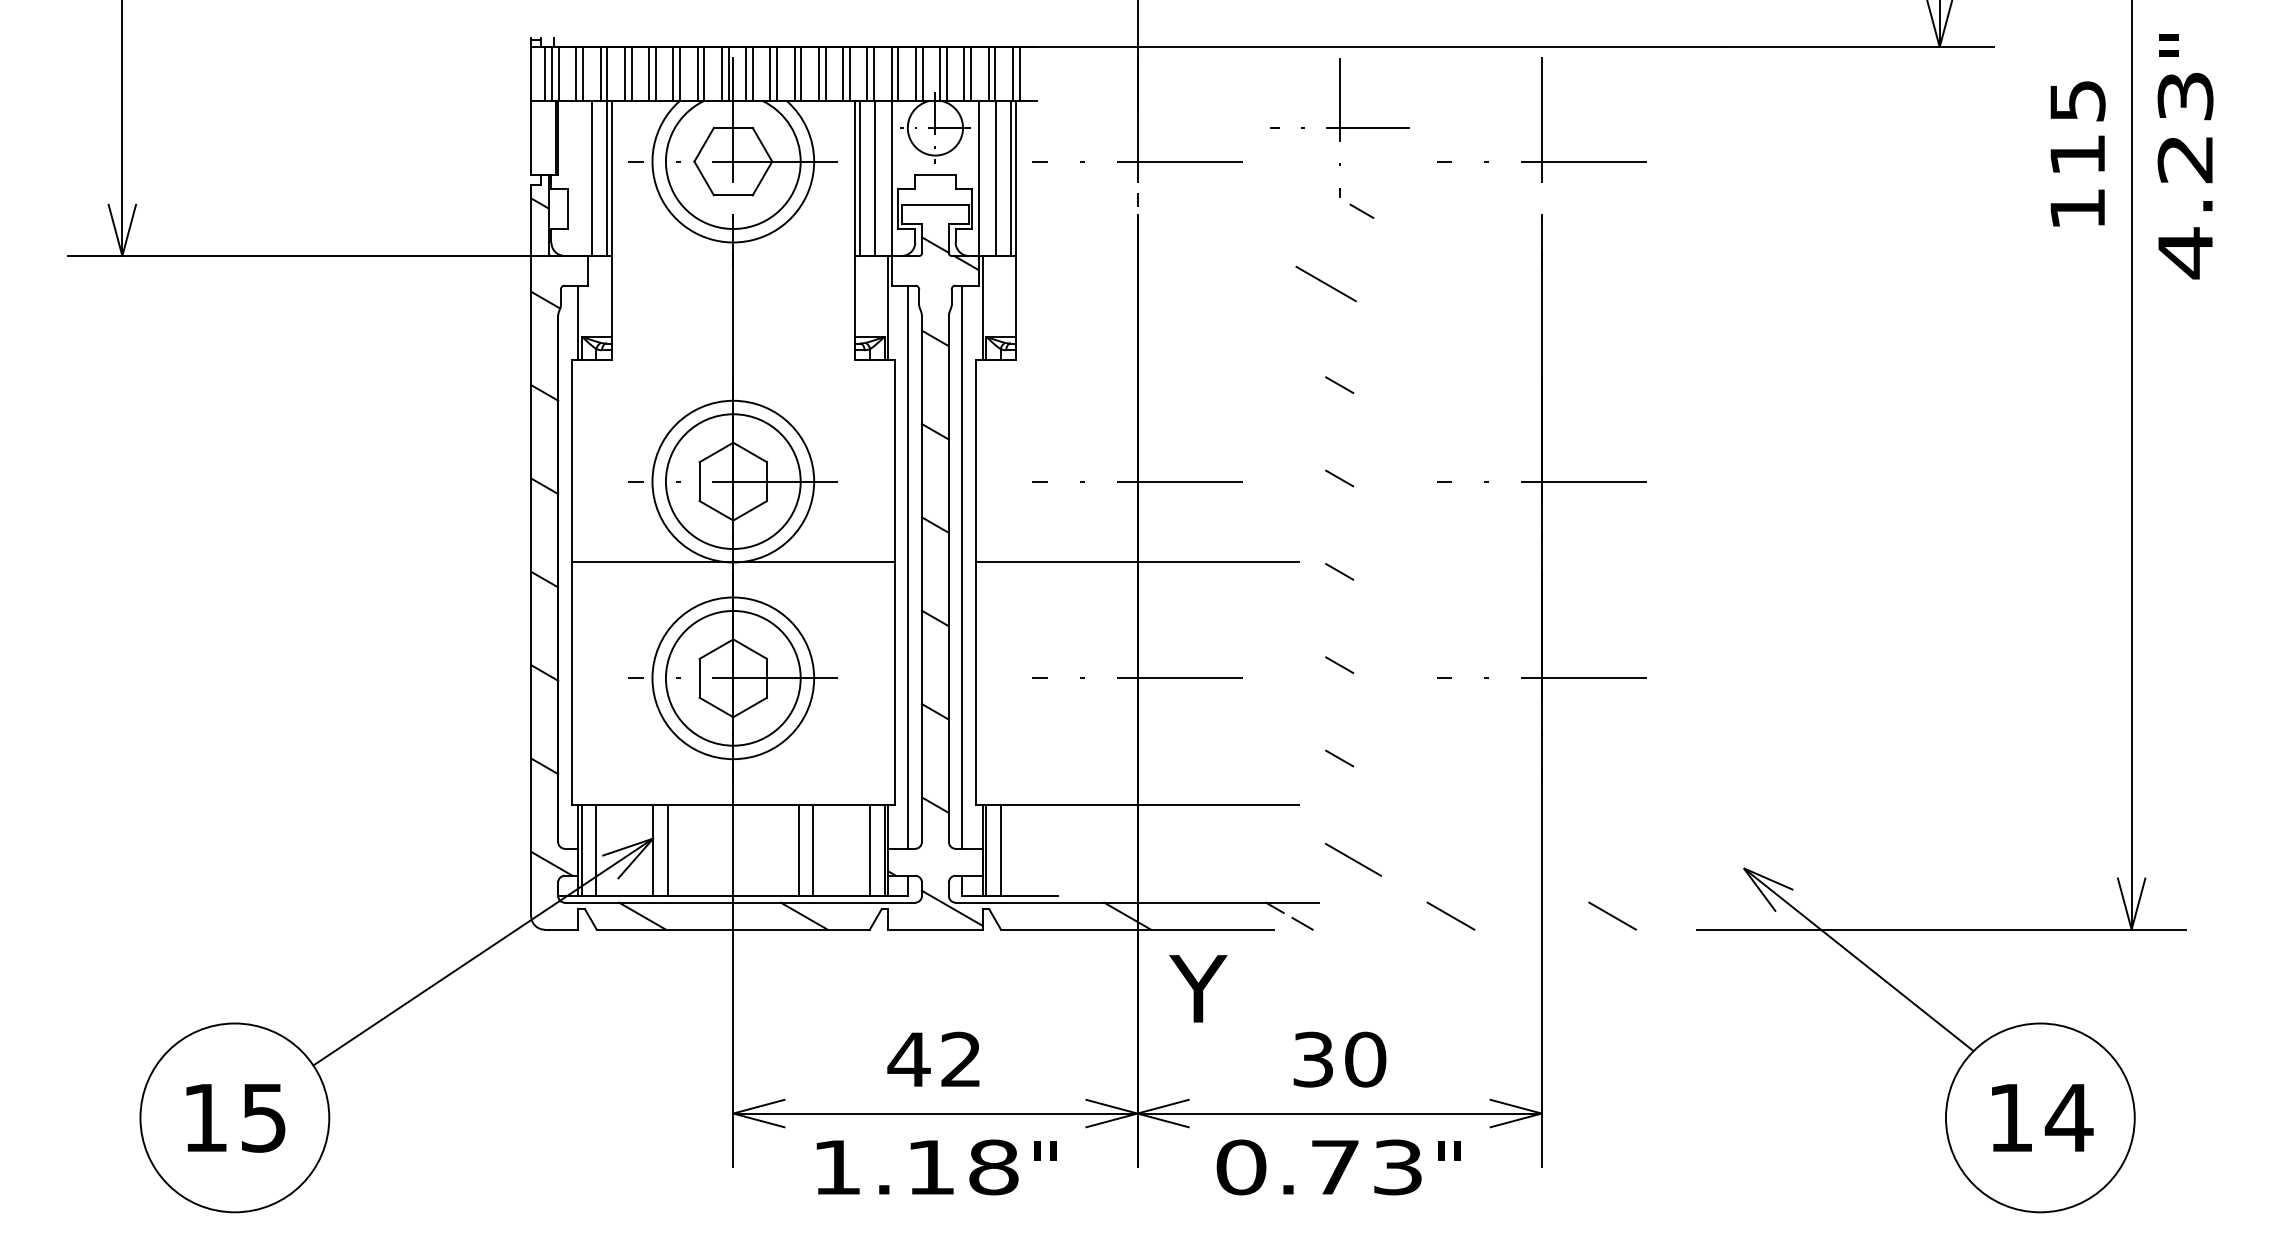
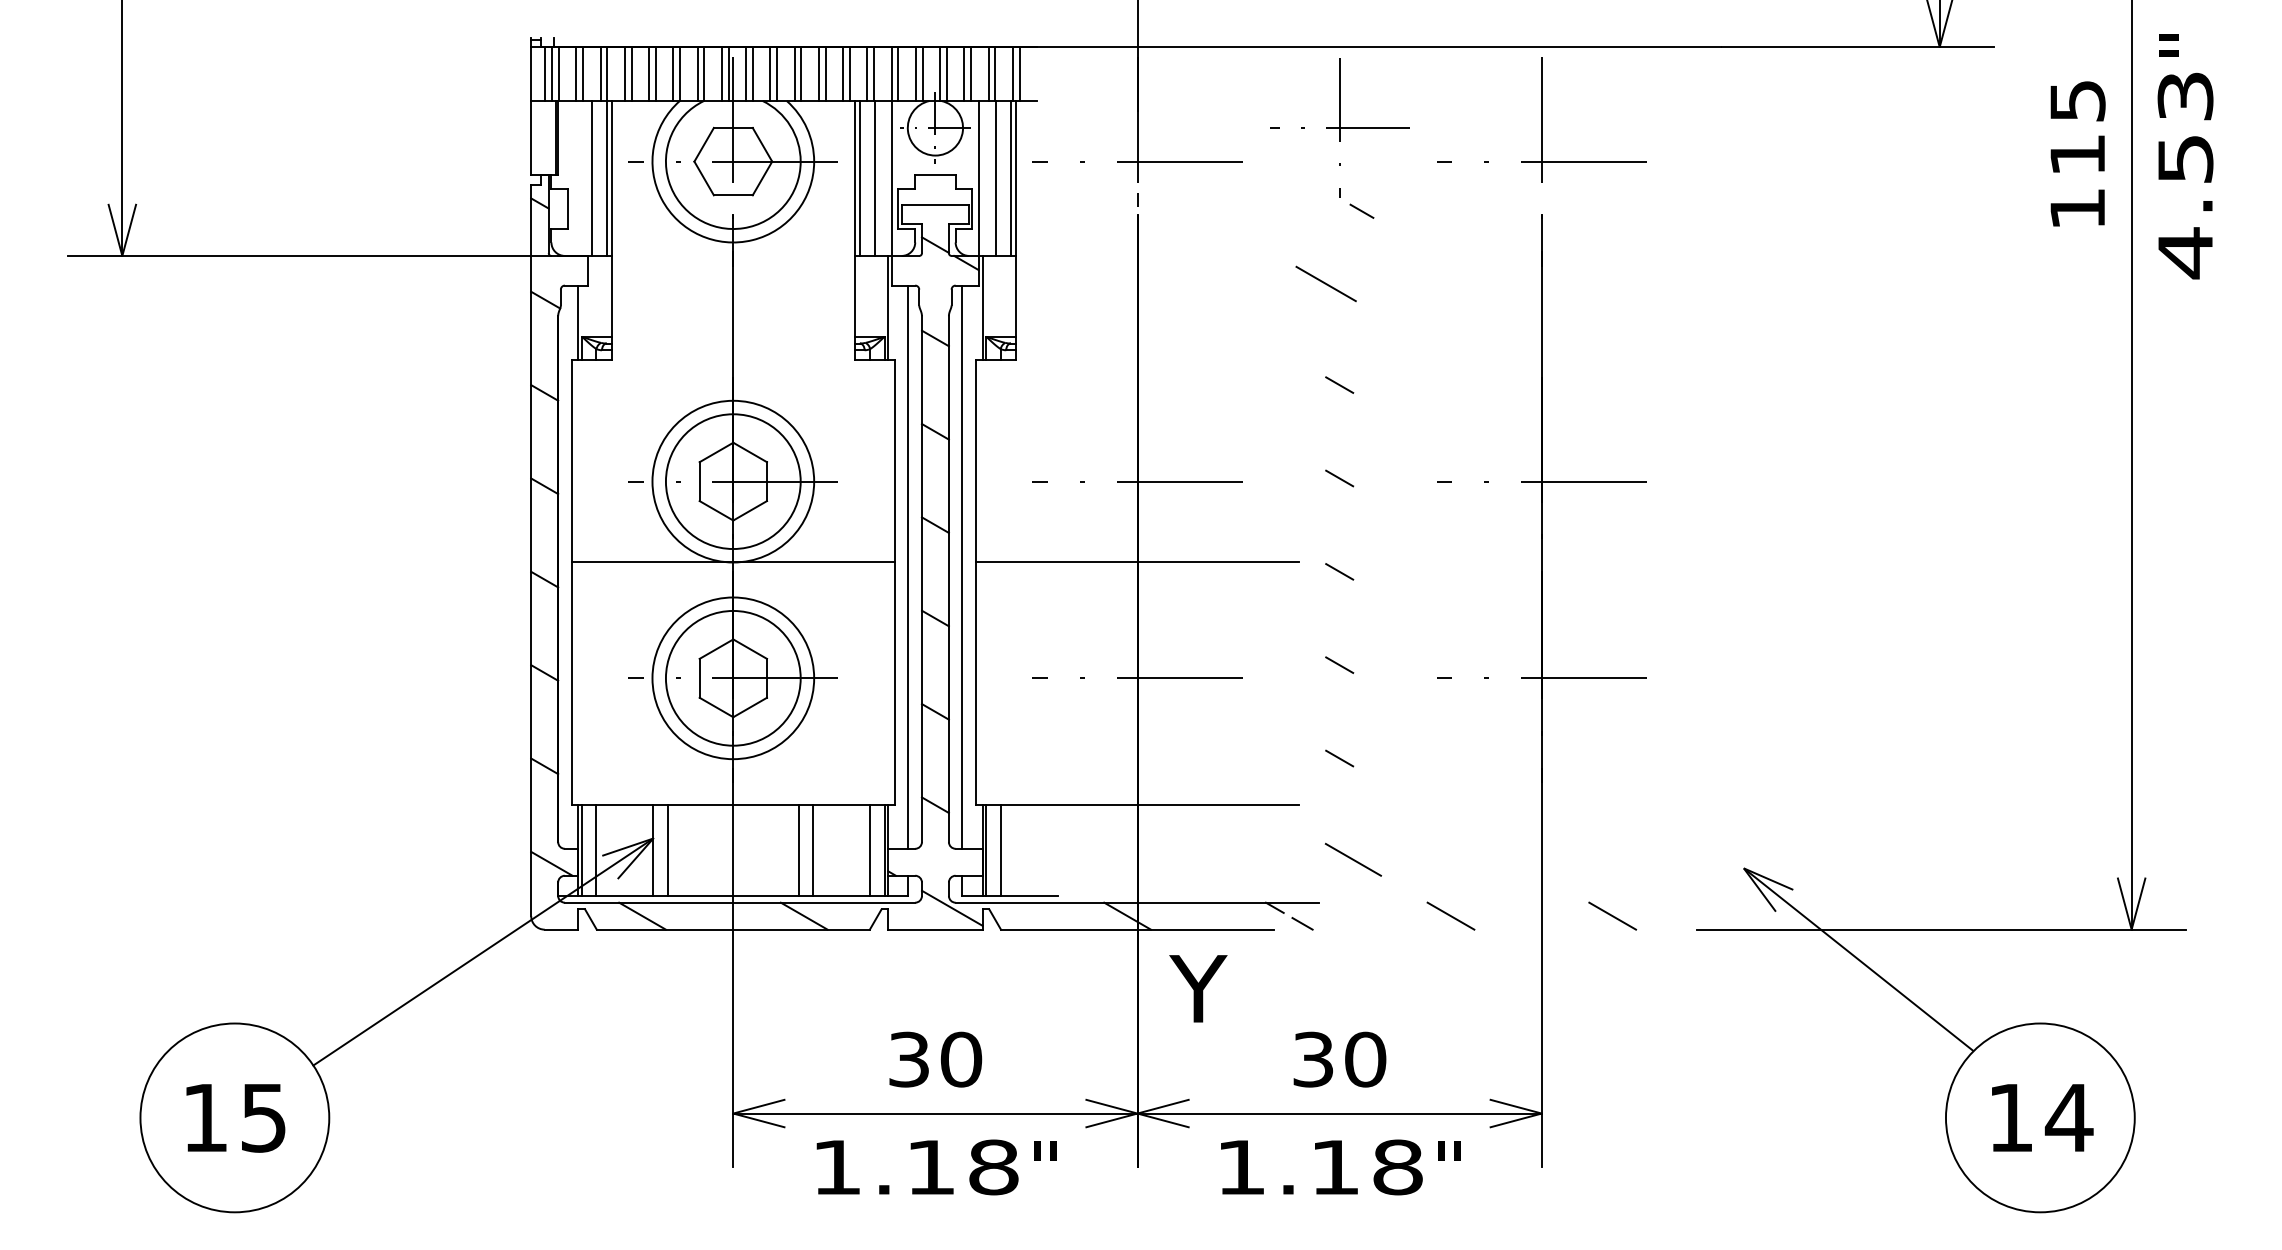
text at (2185, 159): 4.23 -> 4.53
text at (934, 1059): 42 -> 30
text at (1319, 1167): 0.73 -> 1.18
